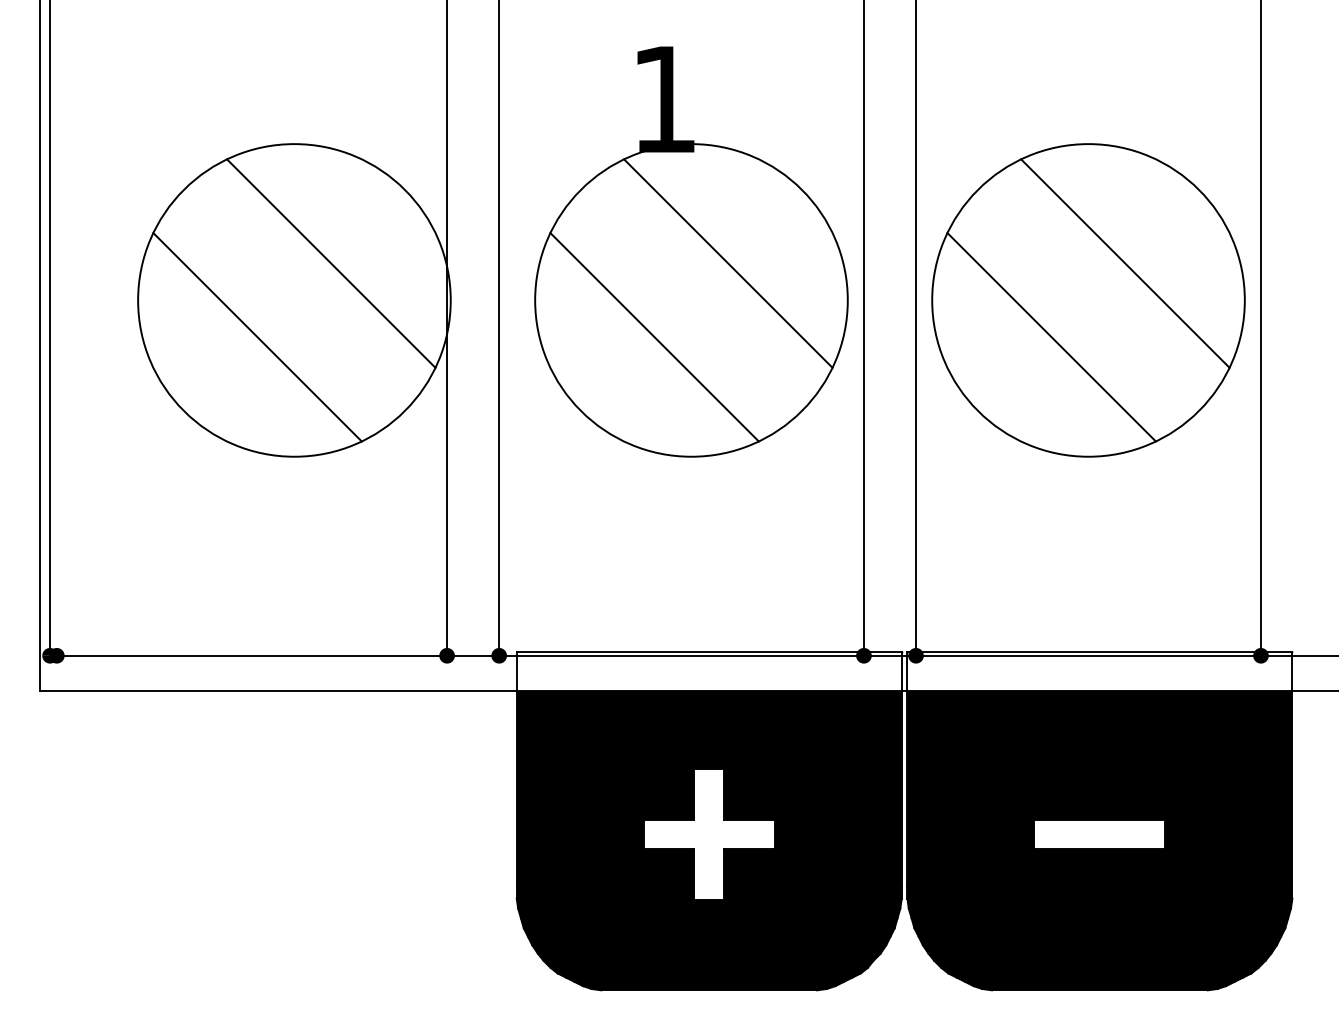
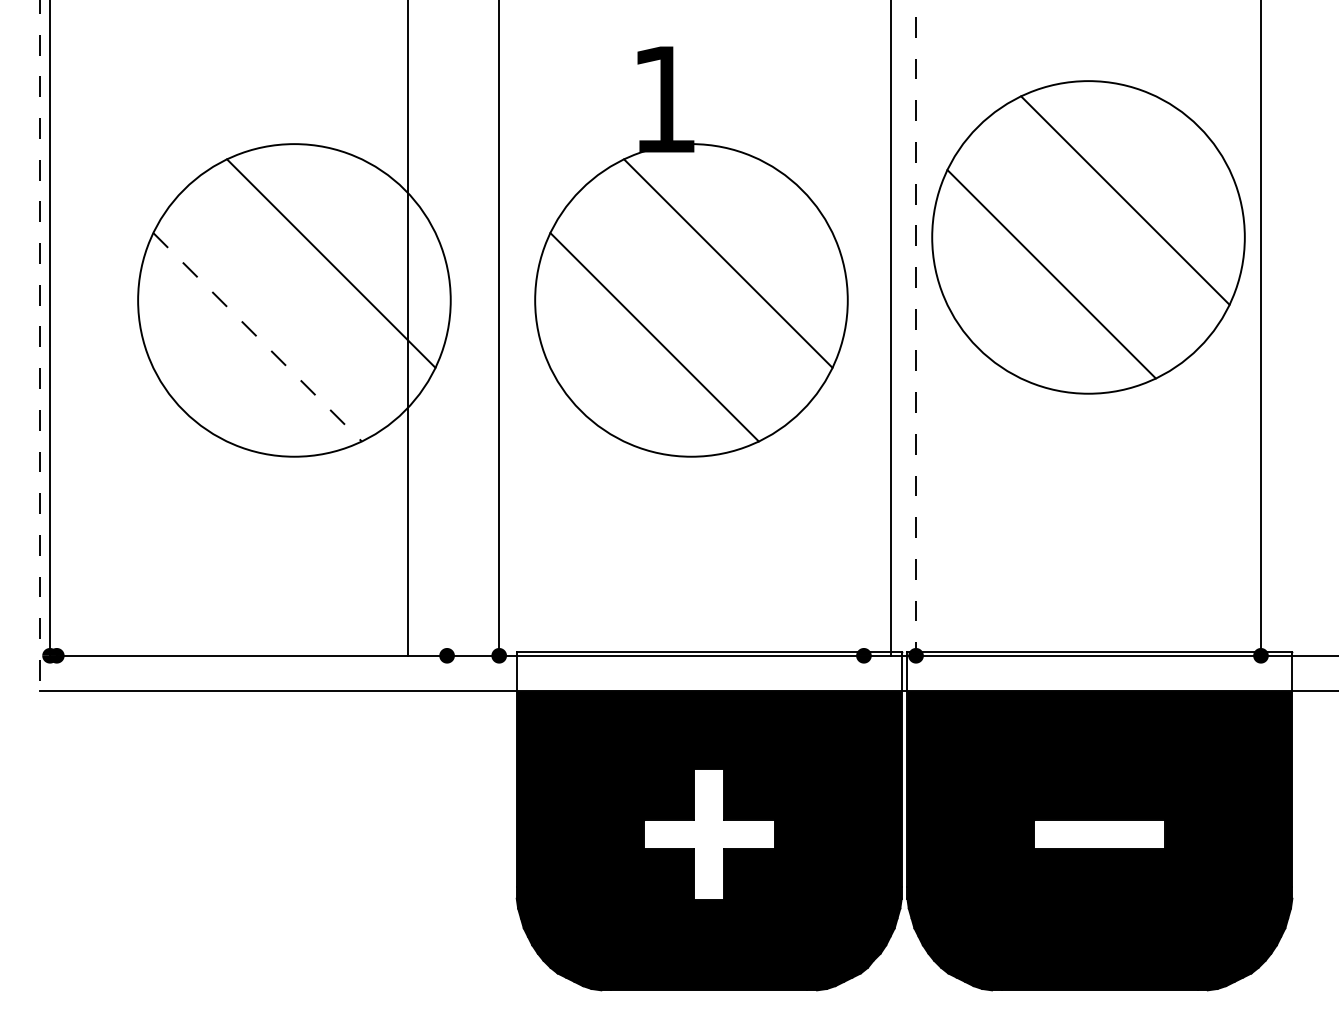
part at (1088, 300) position: (1088, 300) -> (1088, 237)
line at (447, 328) position: (447, 328) -> (408, 328)
line at (863, 328) position: (863, 328) -> (890, 328)
line at (916, 328): solid -> dashed
line at (257, 337): solid -> dashed
line at (40, 346): solid -> dashed
